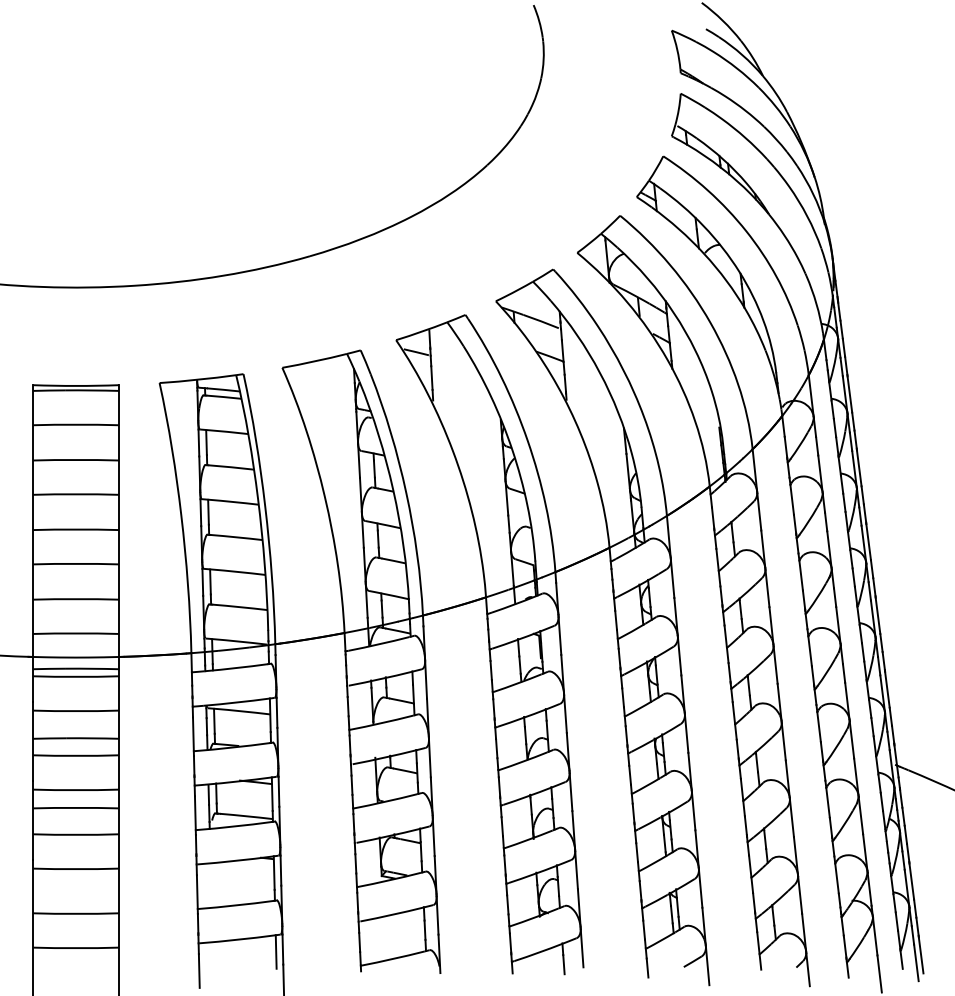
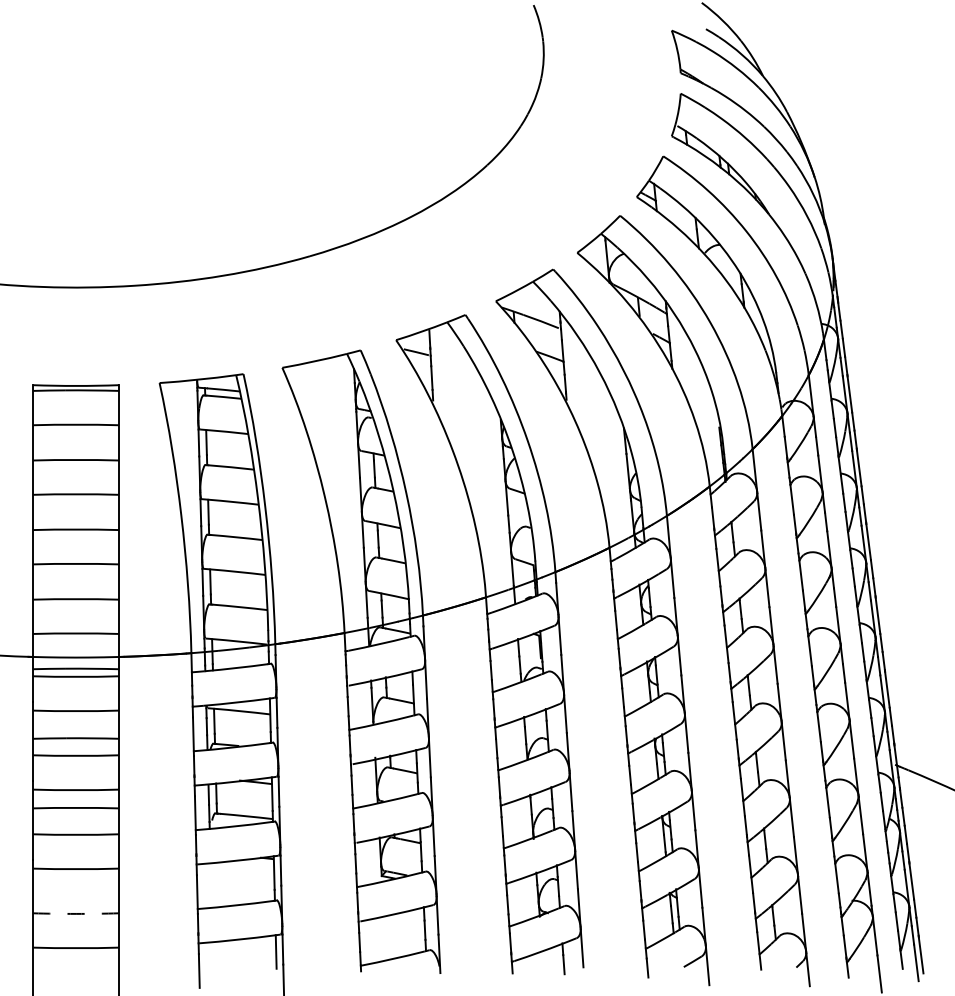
arc at (76, 913): solid -> dashed
